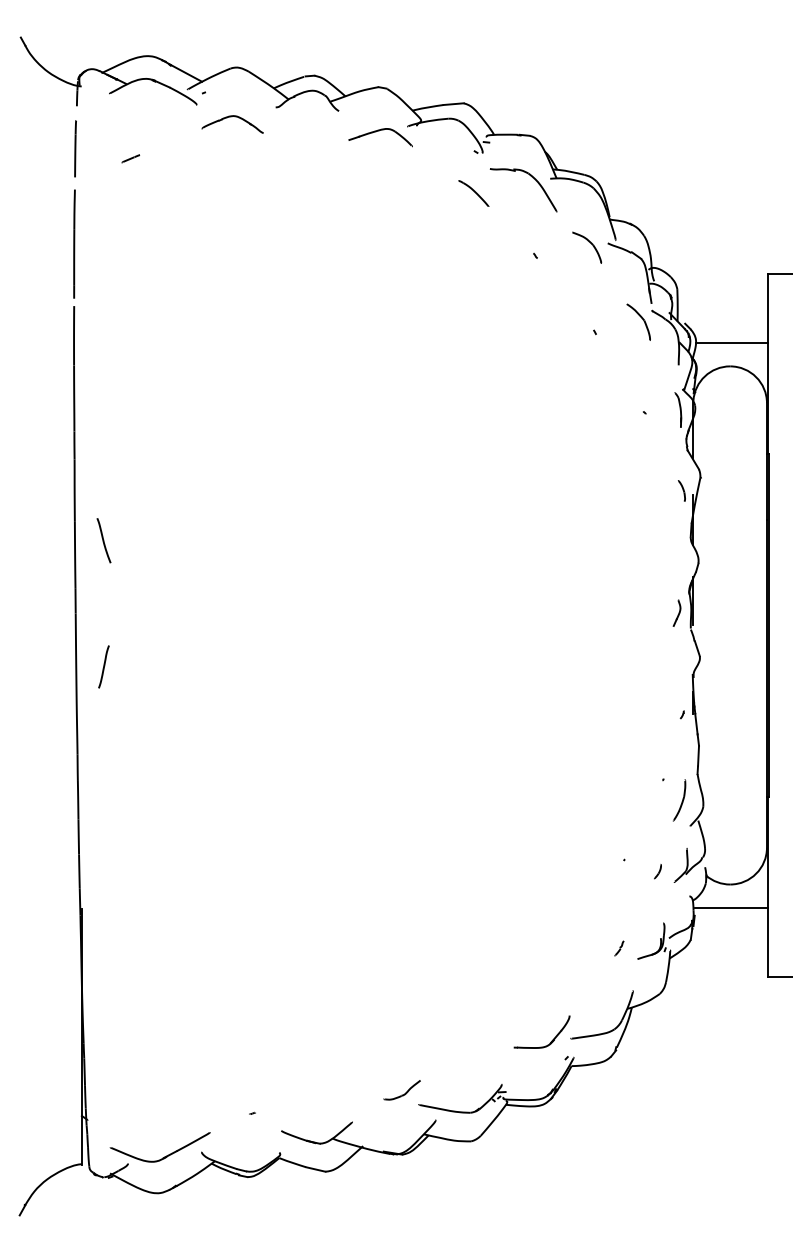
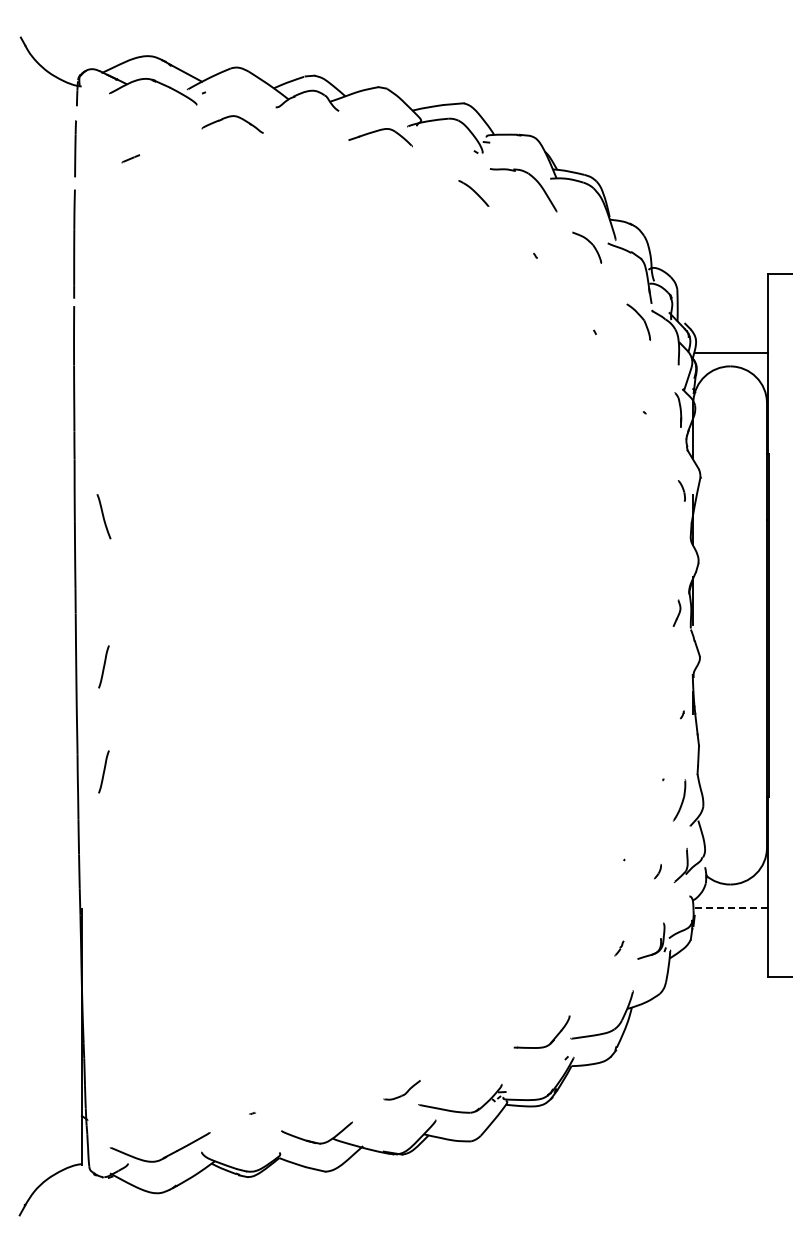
line at (731, 342) position: (731, 342) -> (731, 352)
line at (103, 540) position: (103, 540) -> (103, 516)
line at (103, 771): none -> present
line at (731, 908): solid -> dashed
